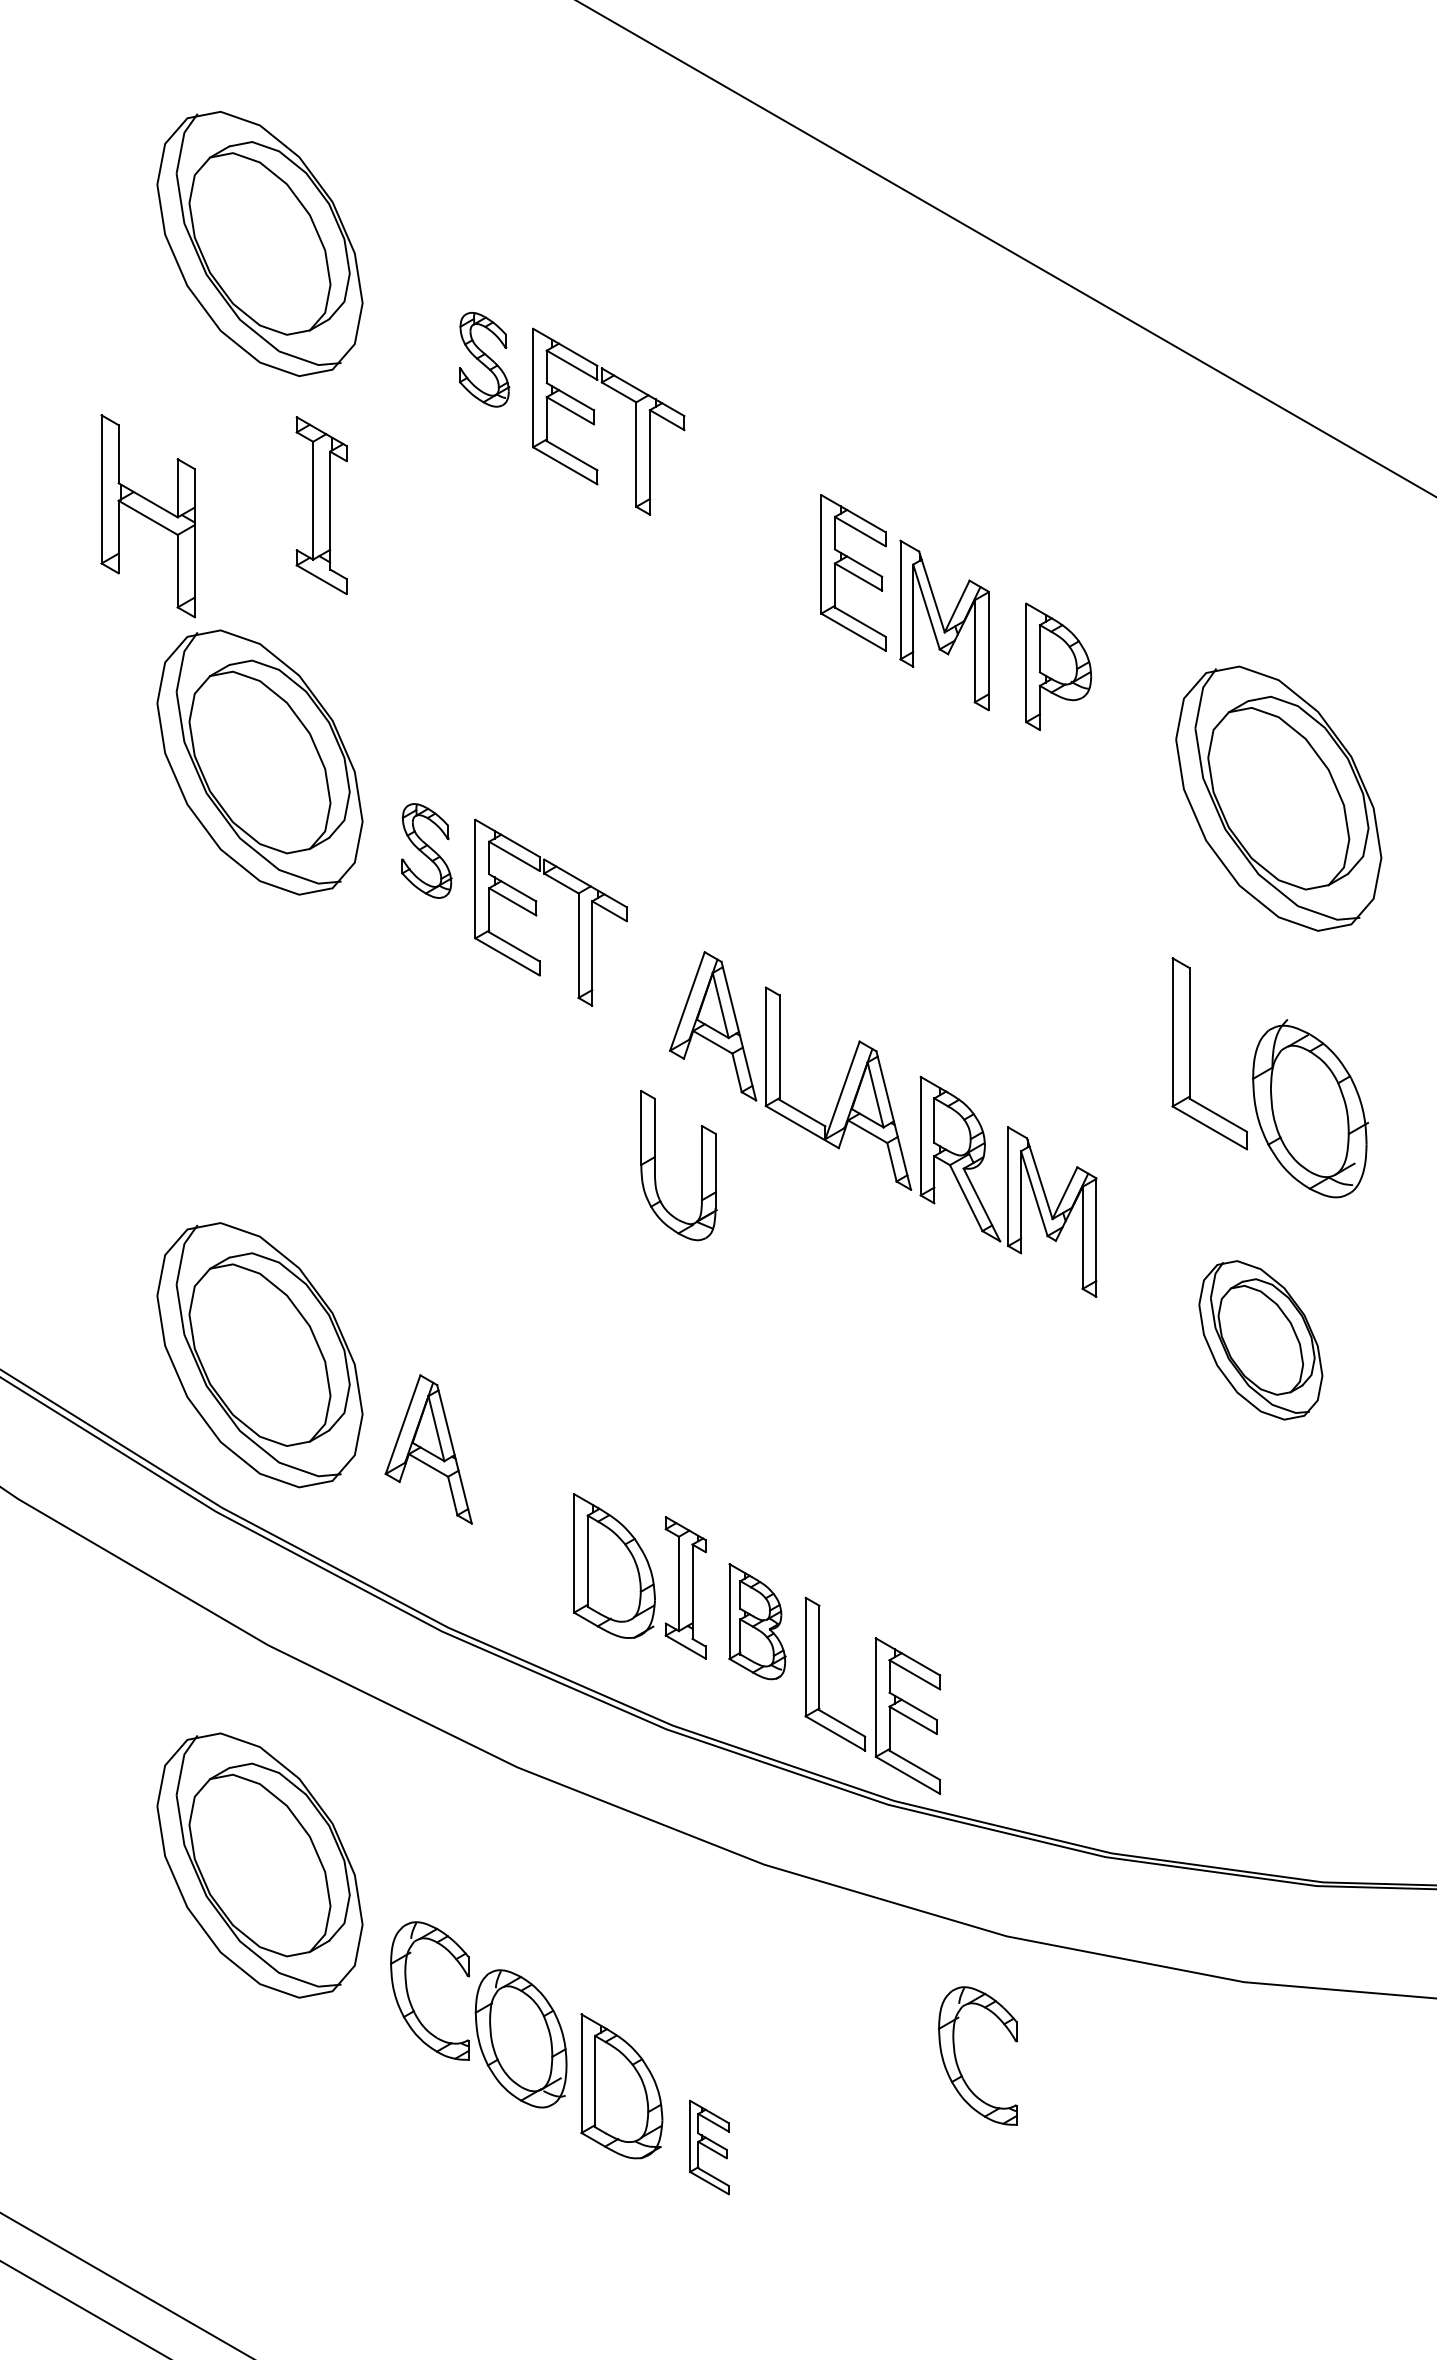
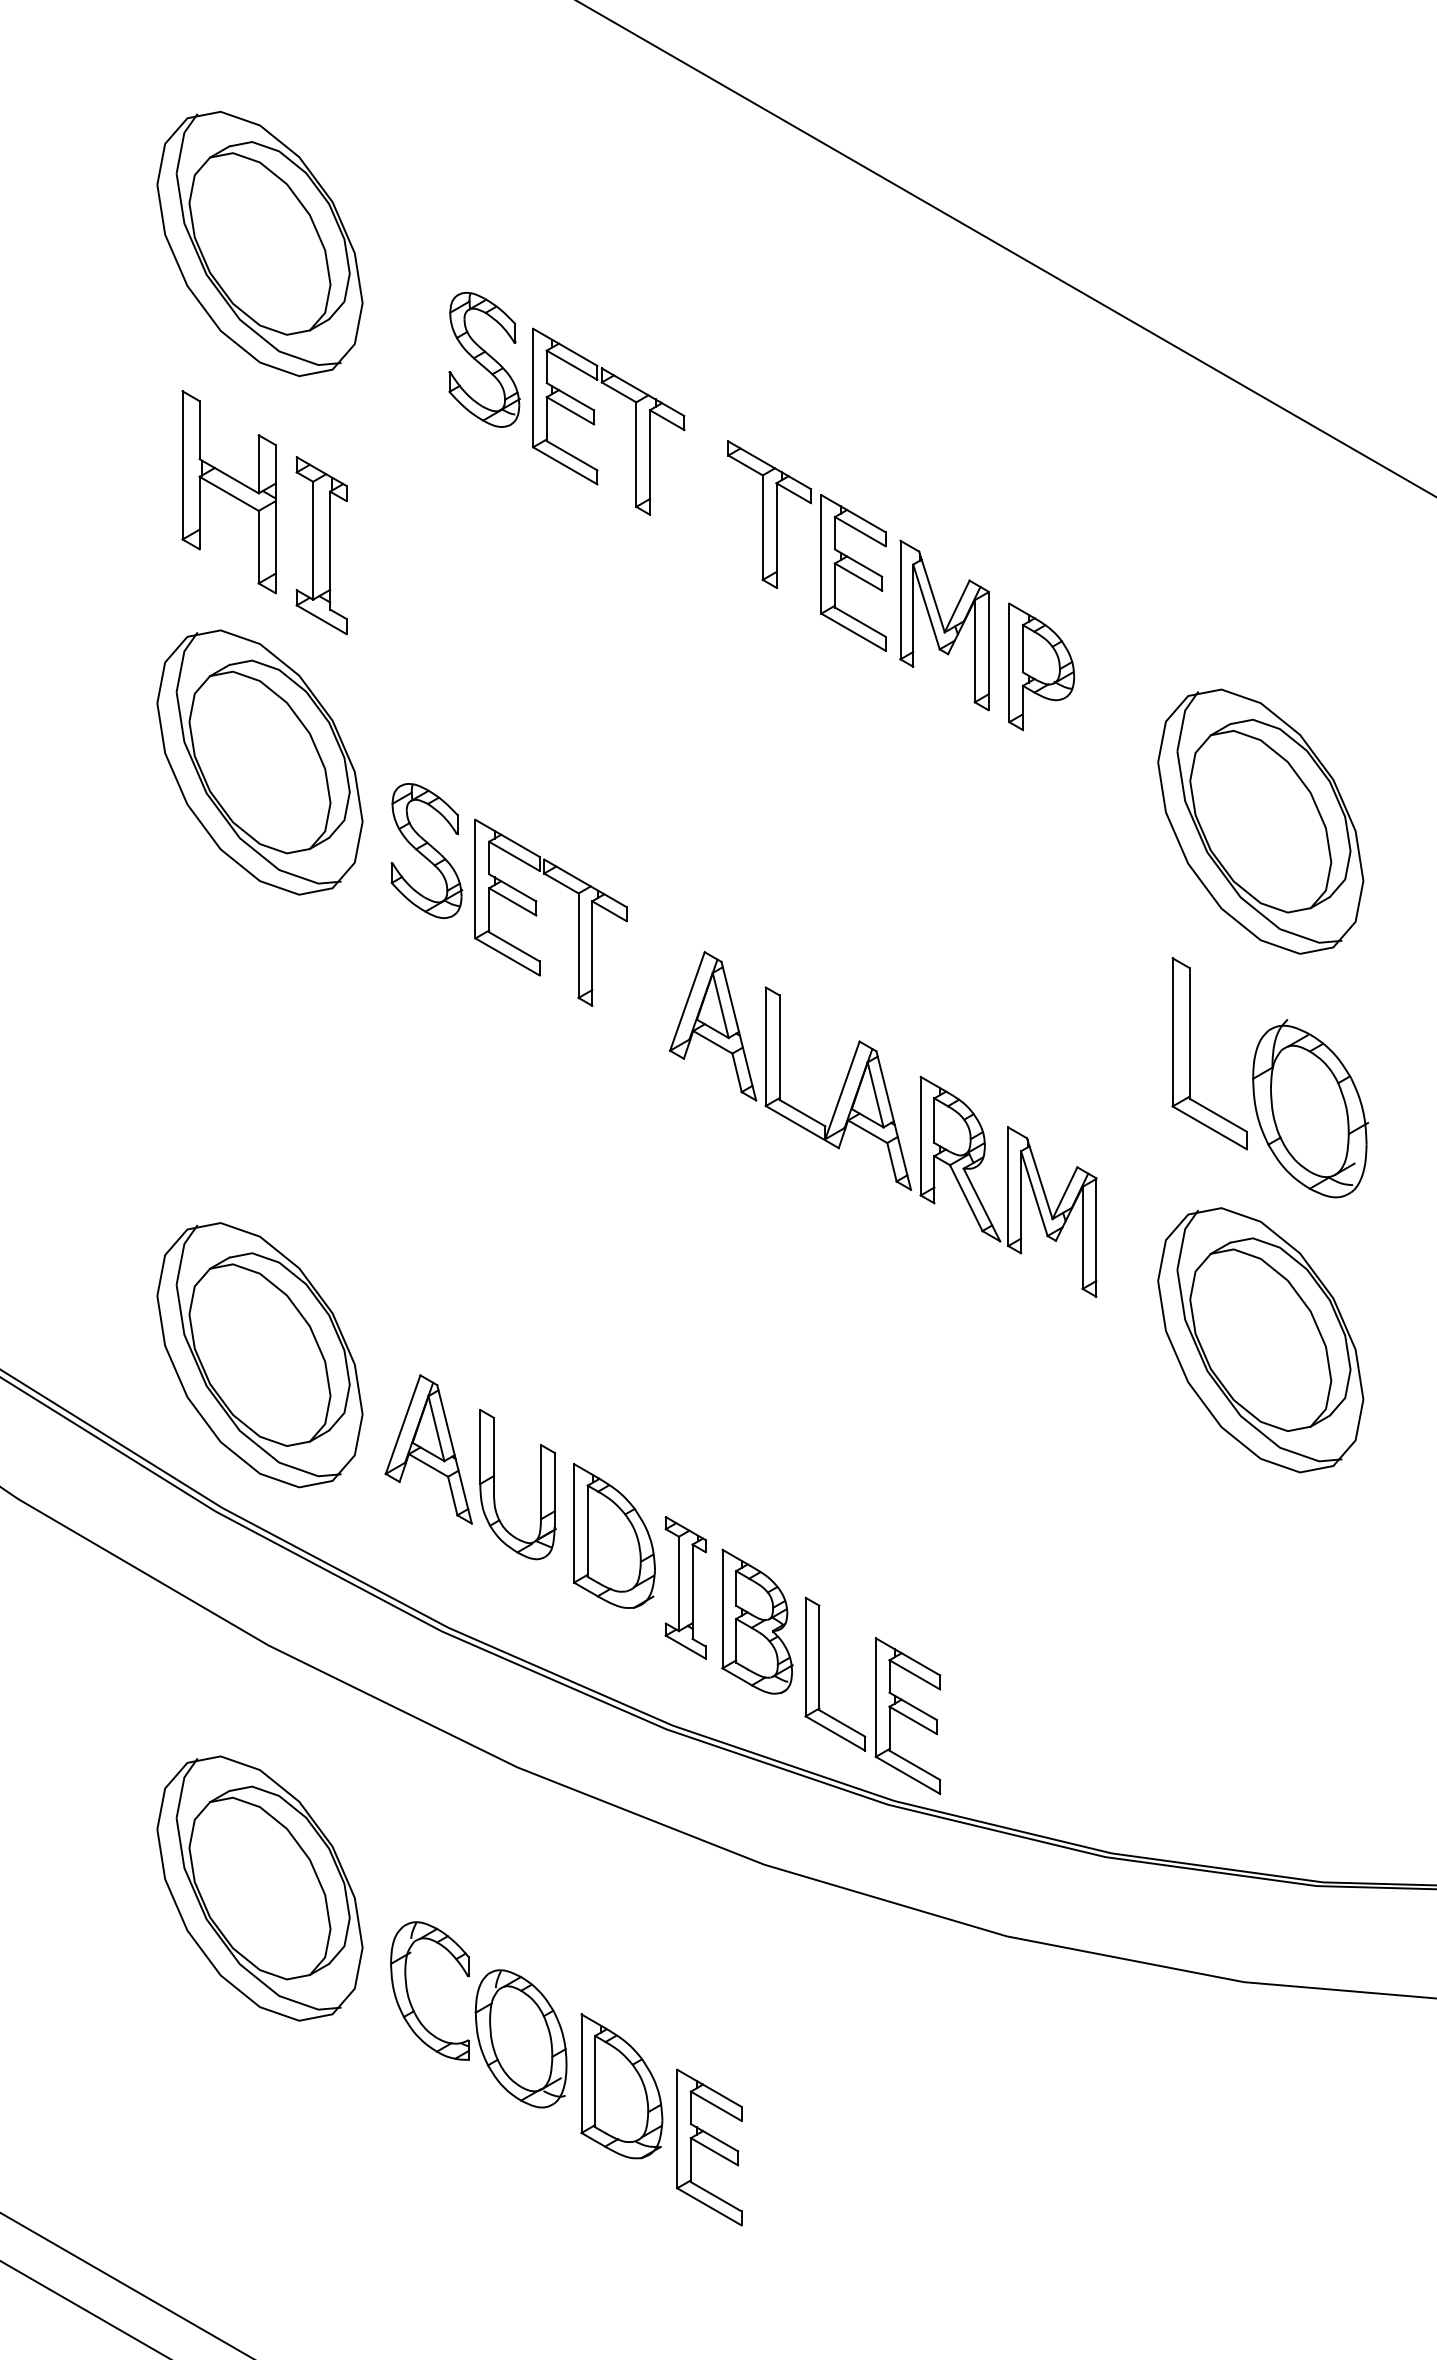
part at (484, 359) size: 52x97 px -> 73x137 px
part at (321, 505) position: (321, 505) -> (321, 545)
part at (769, 514): none -> present
part at (147, 516) position: (147, 516) -> (228, 492)
part at (1058, 666) position: (1058, 666) -> (1041, 666)
part at (1278, 798) position: (1278, 798) -> (1260, 821)
part at (426, 850) size: 52x96 px -> 74x136 px
part at (655, 1165) position: (655, 1165) -> (494, 1484)
part at (1260, 1340) size: 126x161 px -> 208x267 px
part at (614, 1565) position: (614, 1565) -> (614, 1535)
part at (757, 1621) size: 59x118 px -> 73x147 px
part at (259, 1865) position: (259, 1865) -> (259, 1888)
part at (957, 2061): present -> none
part at (709, 2147) size: 41x97 px -> 67x159 px
